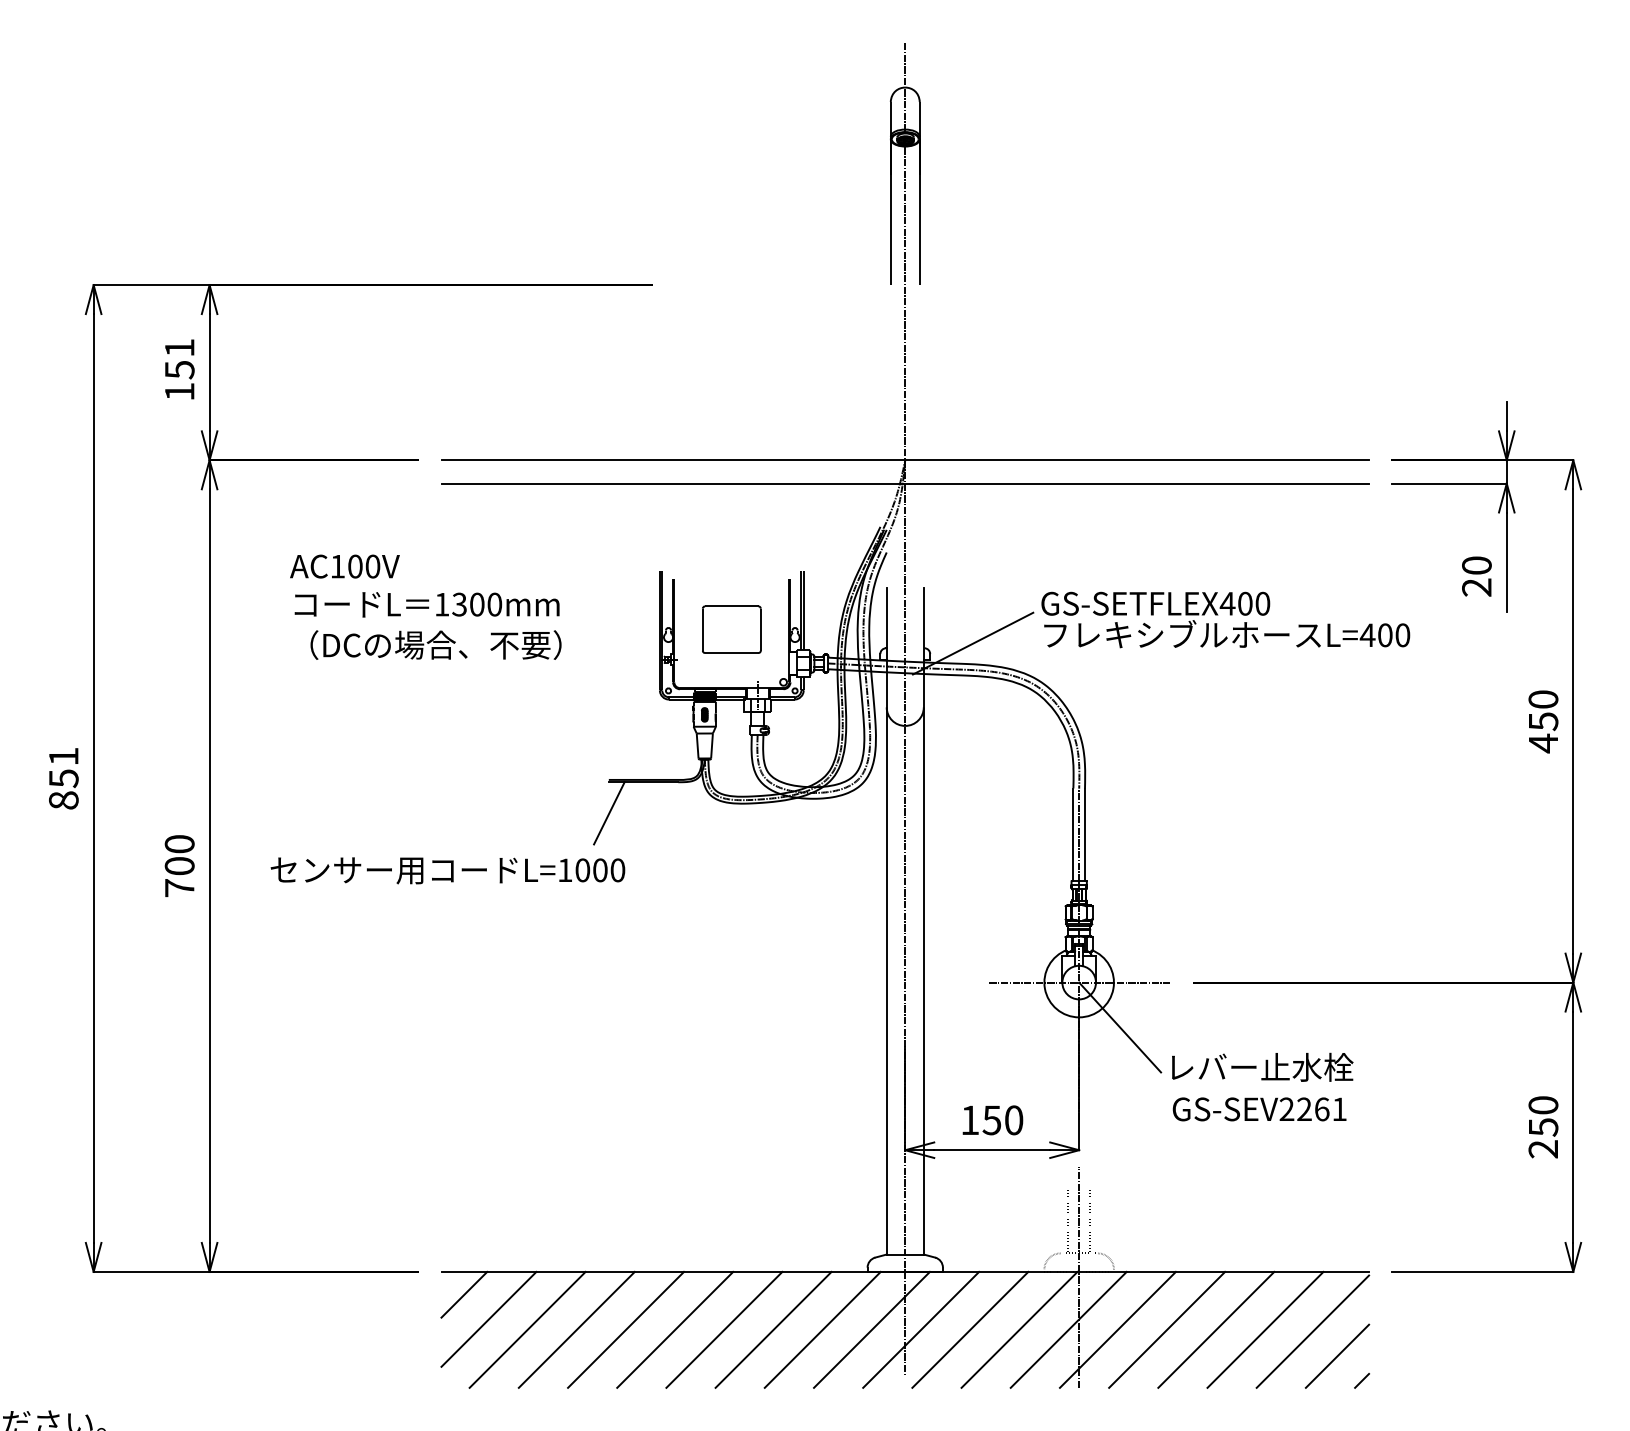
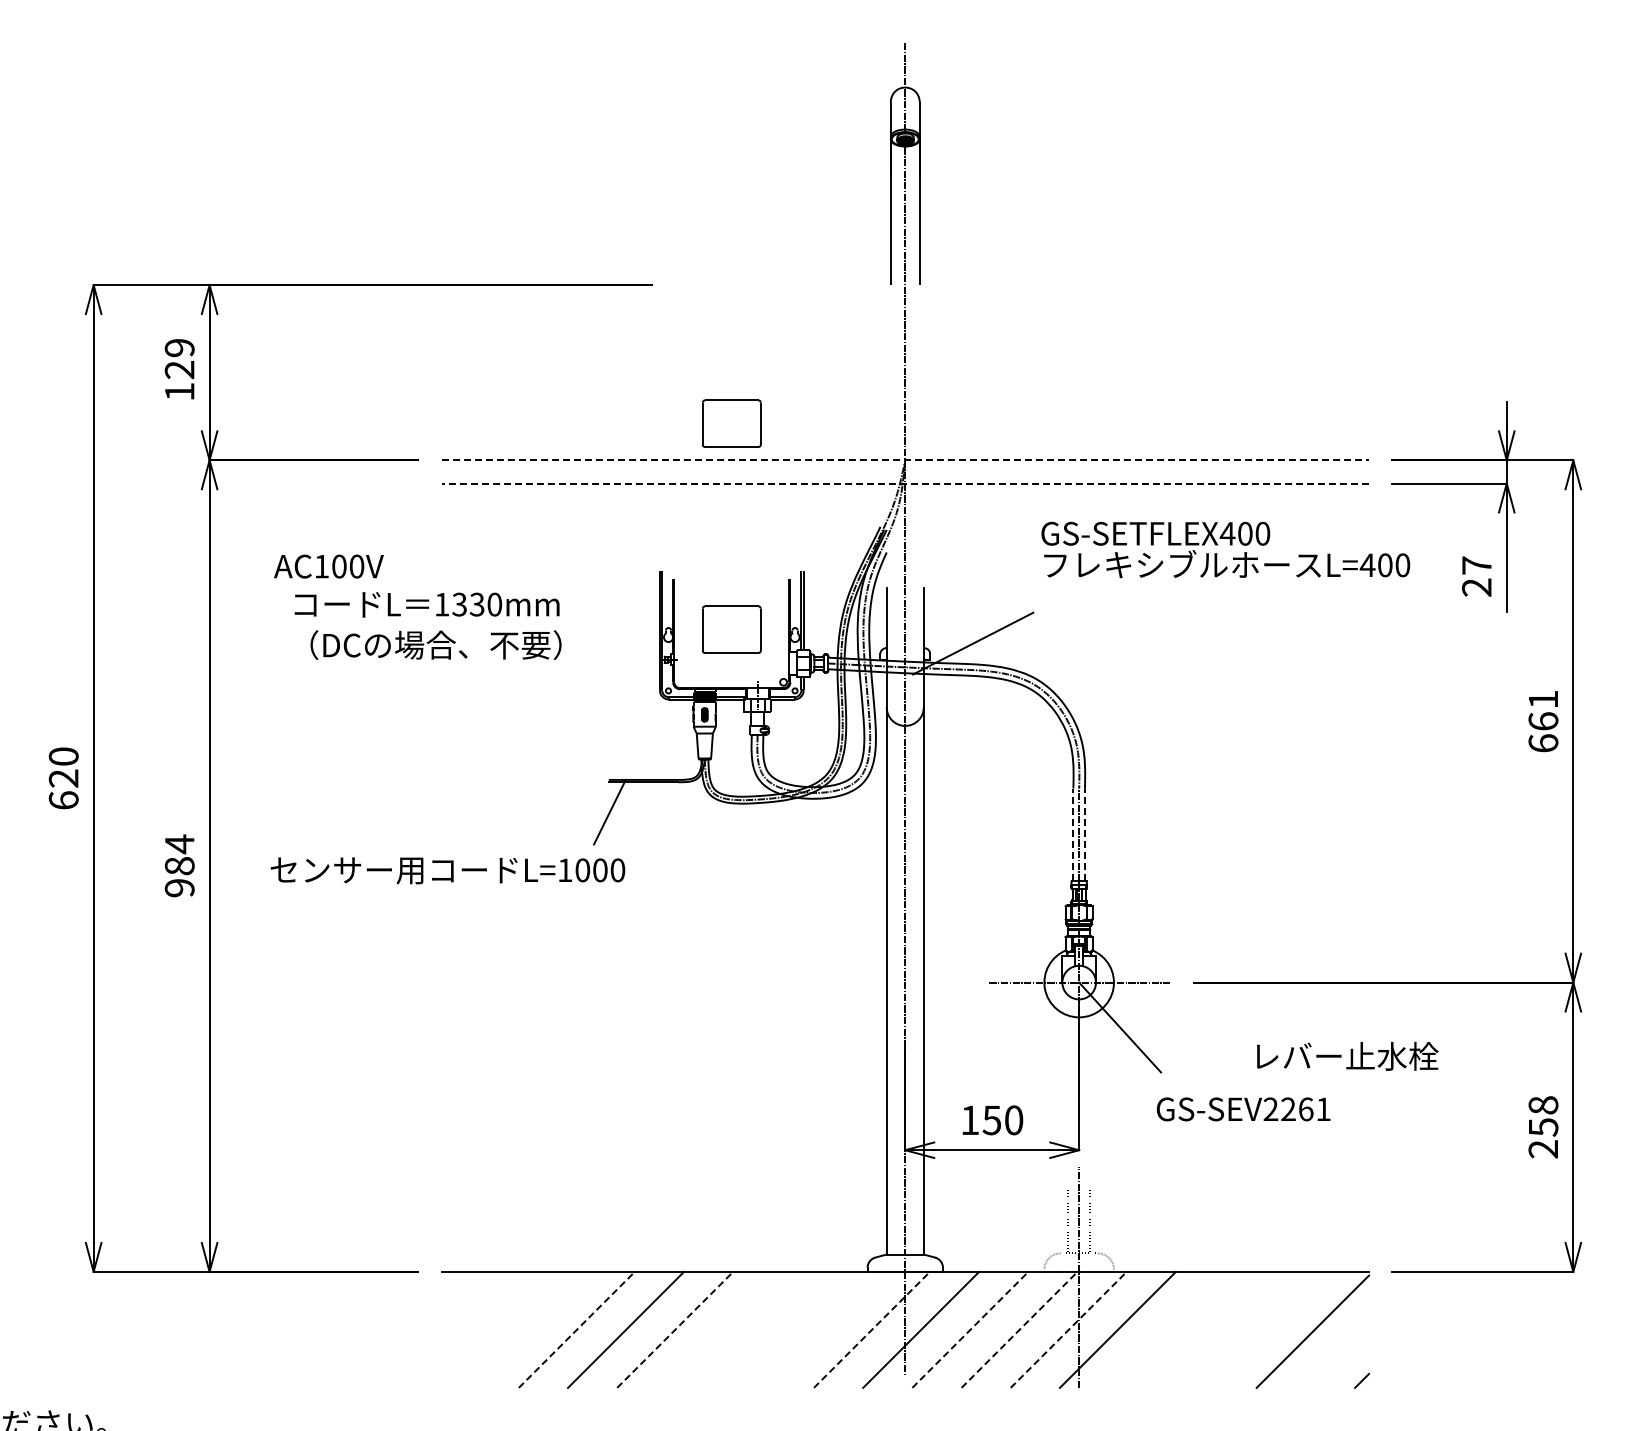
text at (179, 359): 151 -> 129
part at (731, 423): none -> present
line at (905, 460): solid -> dashed
line at (905, 483): solid -> dashed
text at (1476, 565): 20 -> 27
text at (344, 566) position: (344, 566) -> (328, 566)
text at (476, 604): 1300mm -> 1330mm
text at (1225, 619) position: (1225, 619) -> (1225, 549)
text at (1543, 721): 450 -> 661
text at (63, 778): 851 -> 620
line at (1073, 834): solid -> dashed
line at (1084, 834): solid -> dashed
text at (179, 865): 700 -> 984
text at (1262, 1066) position: (1262, 1066) -> (1347, 1055)
text at (1543, 1105): 250 -> 258
text at (1259, 1109) position: (1259, 1109) -> (1243, 1109)
line at (464, 1294): present -> none
line at (488, 1318): present -> none
line at (527, 1329): present -> none
line at (576, 1329): solid -> dashed
line at (675, 1329): solid -> dashed
line at (724, 1329): present -> none
line at (773, 1329): present -> none
line at (822, 1329): present -> none
line at (871, 1329): solid -> dashed
line at (970, 1329): solid -> dashed
line at (1019, 1329): solid -> dashed
line at (1068, 1329): solid -> dashed
line at (1167, 1329): present -> none
line at (1216, 1329): present -> none
line at (1265, 1329): present -> none
line at (1337, 1355): present -> none
